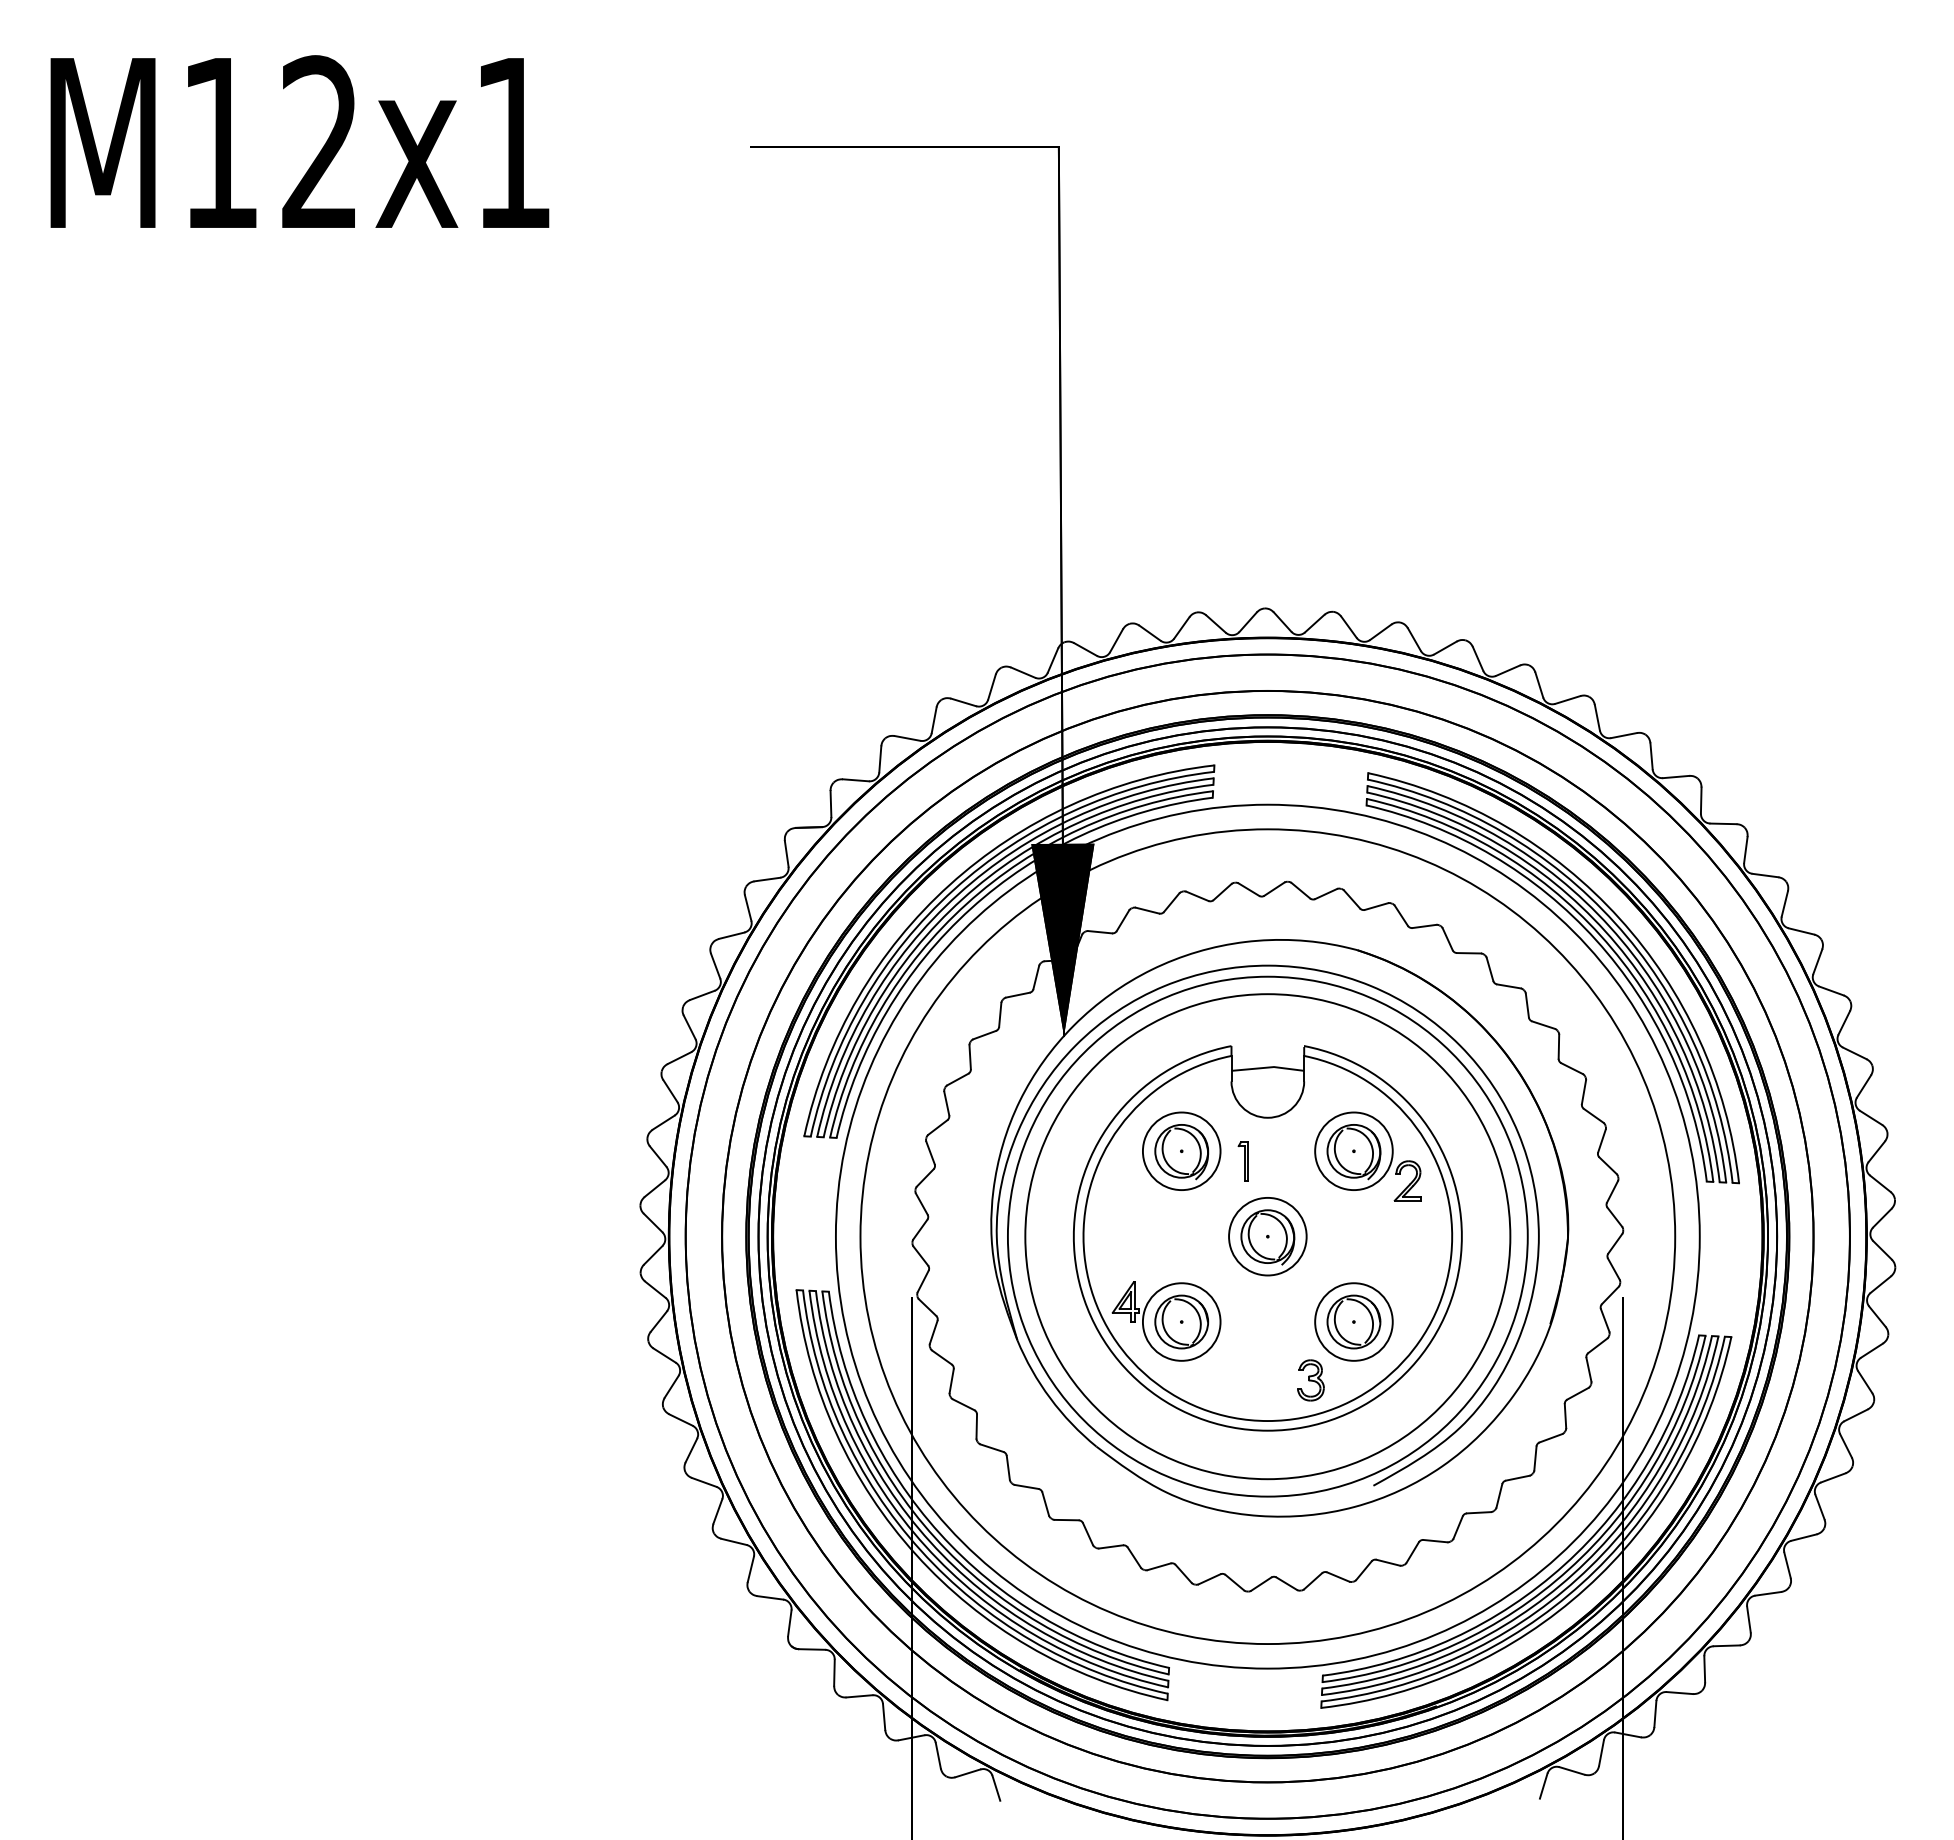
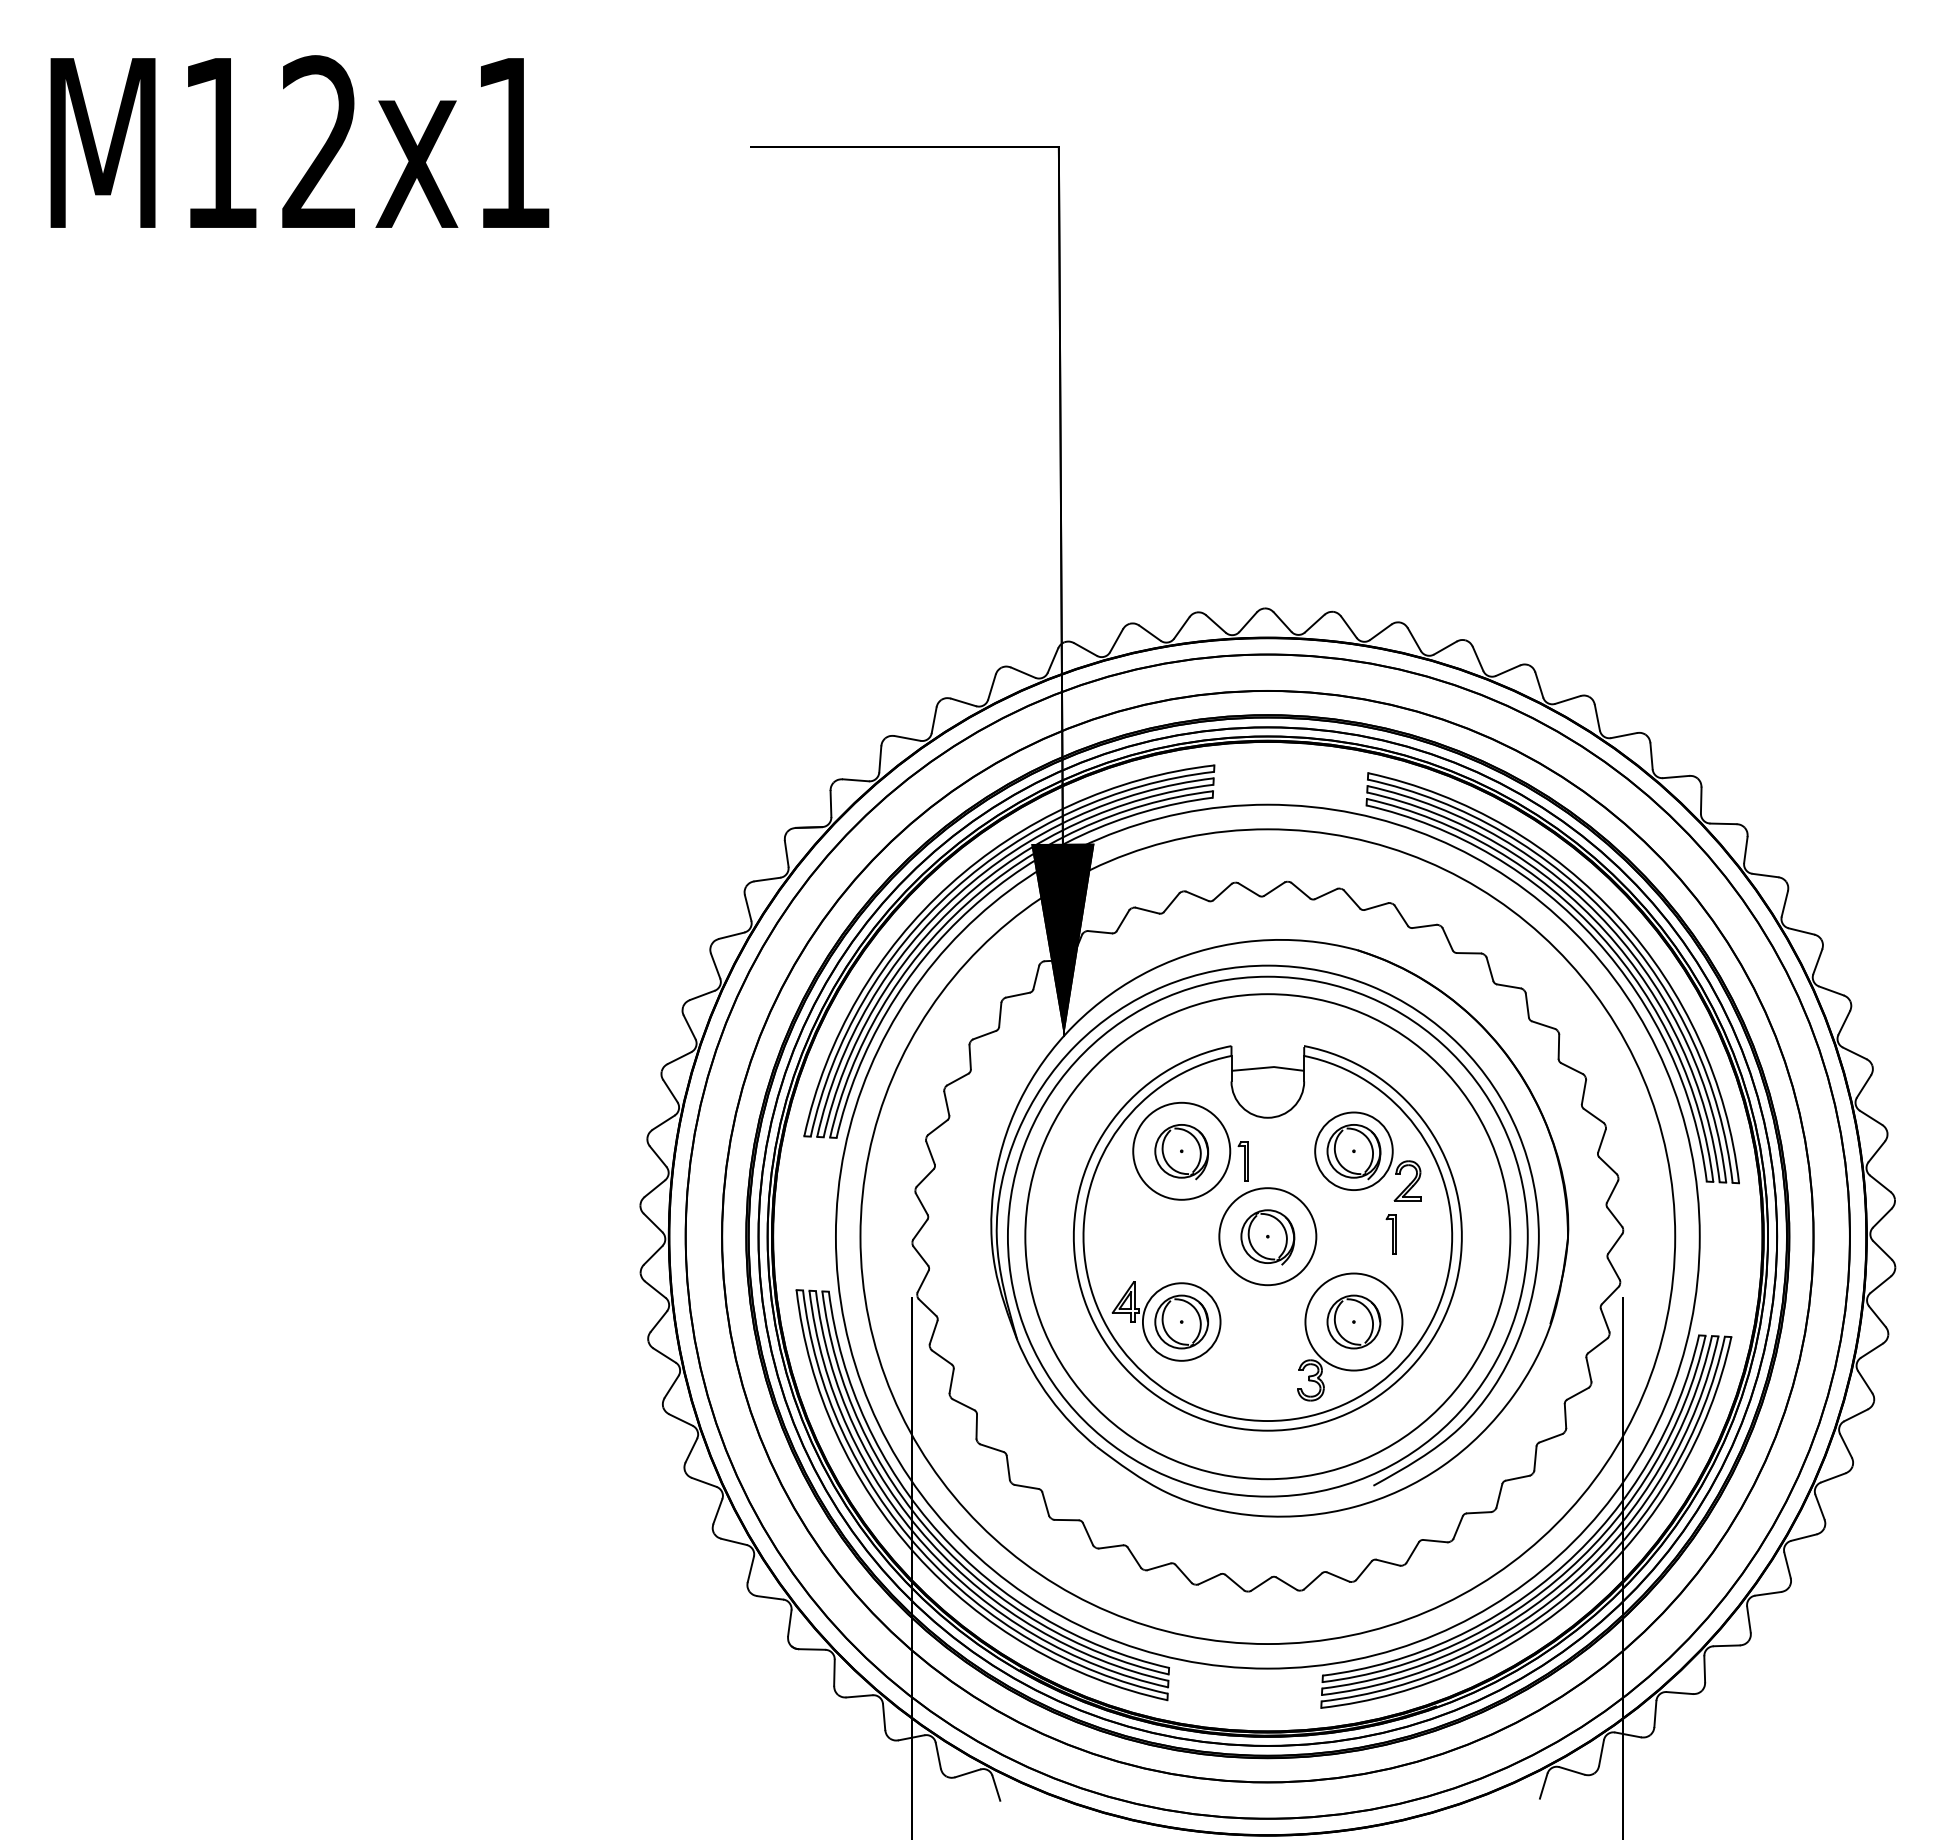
circle at (1181, 1151) diameter: 78 px -> 97 px
part at (1390, 1234): none -> present
circle at (1267, 1236) diameter: 78 px -> 97 px
circle at (1353, 1321) diameter: 78 px -> 97 px
